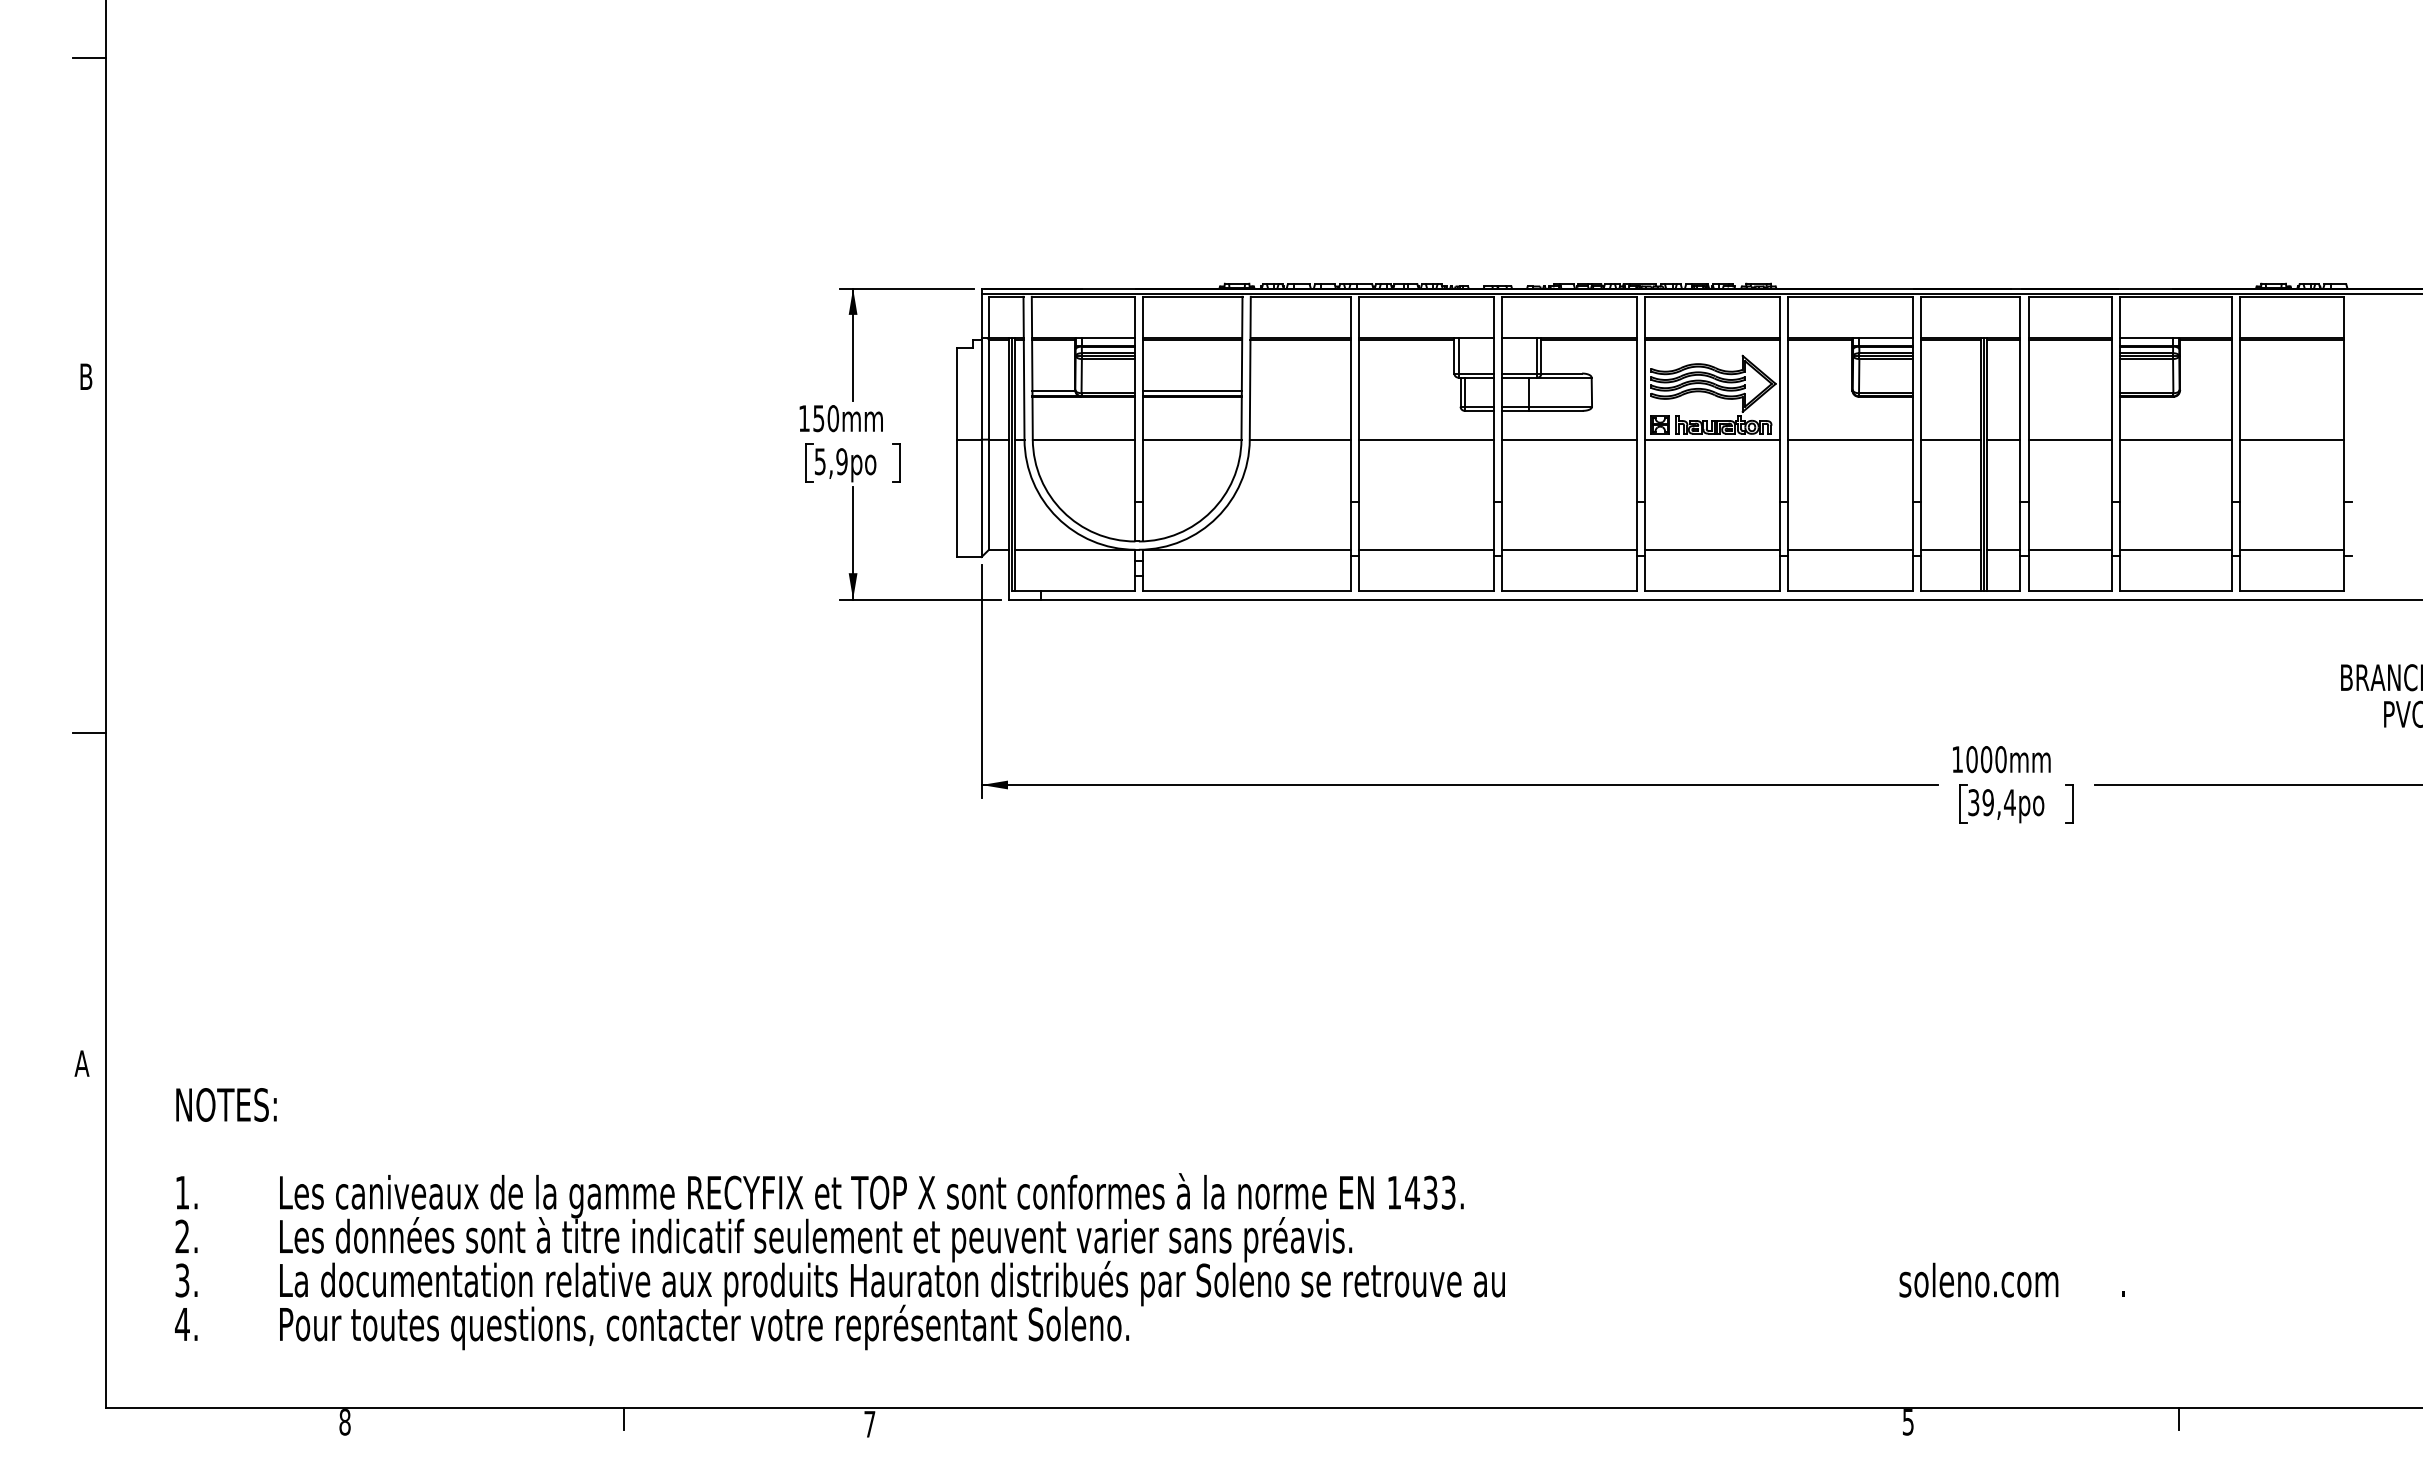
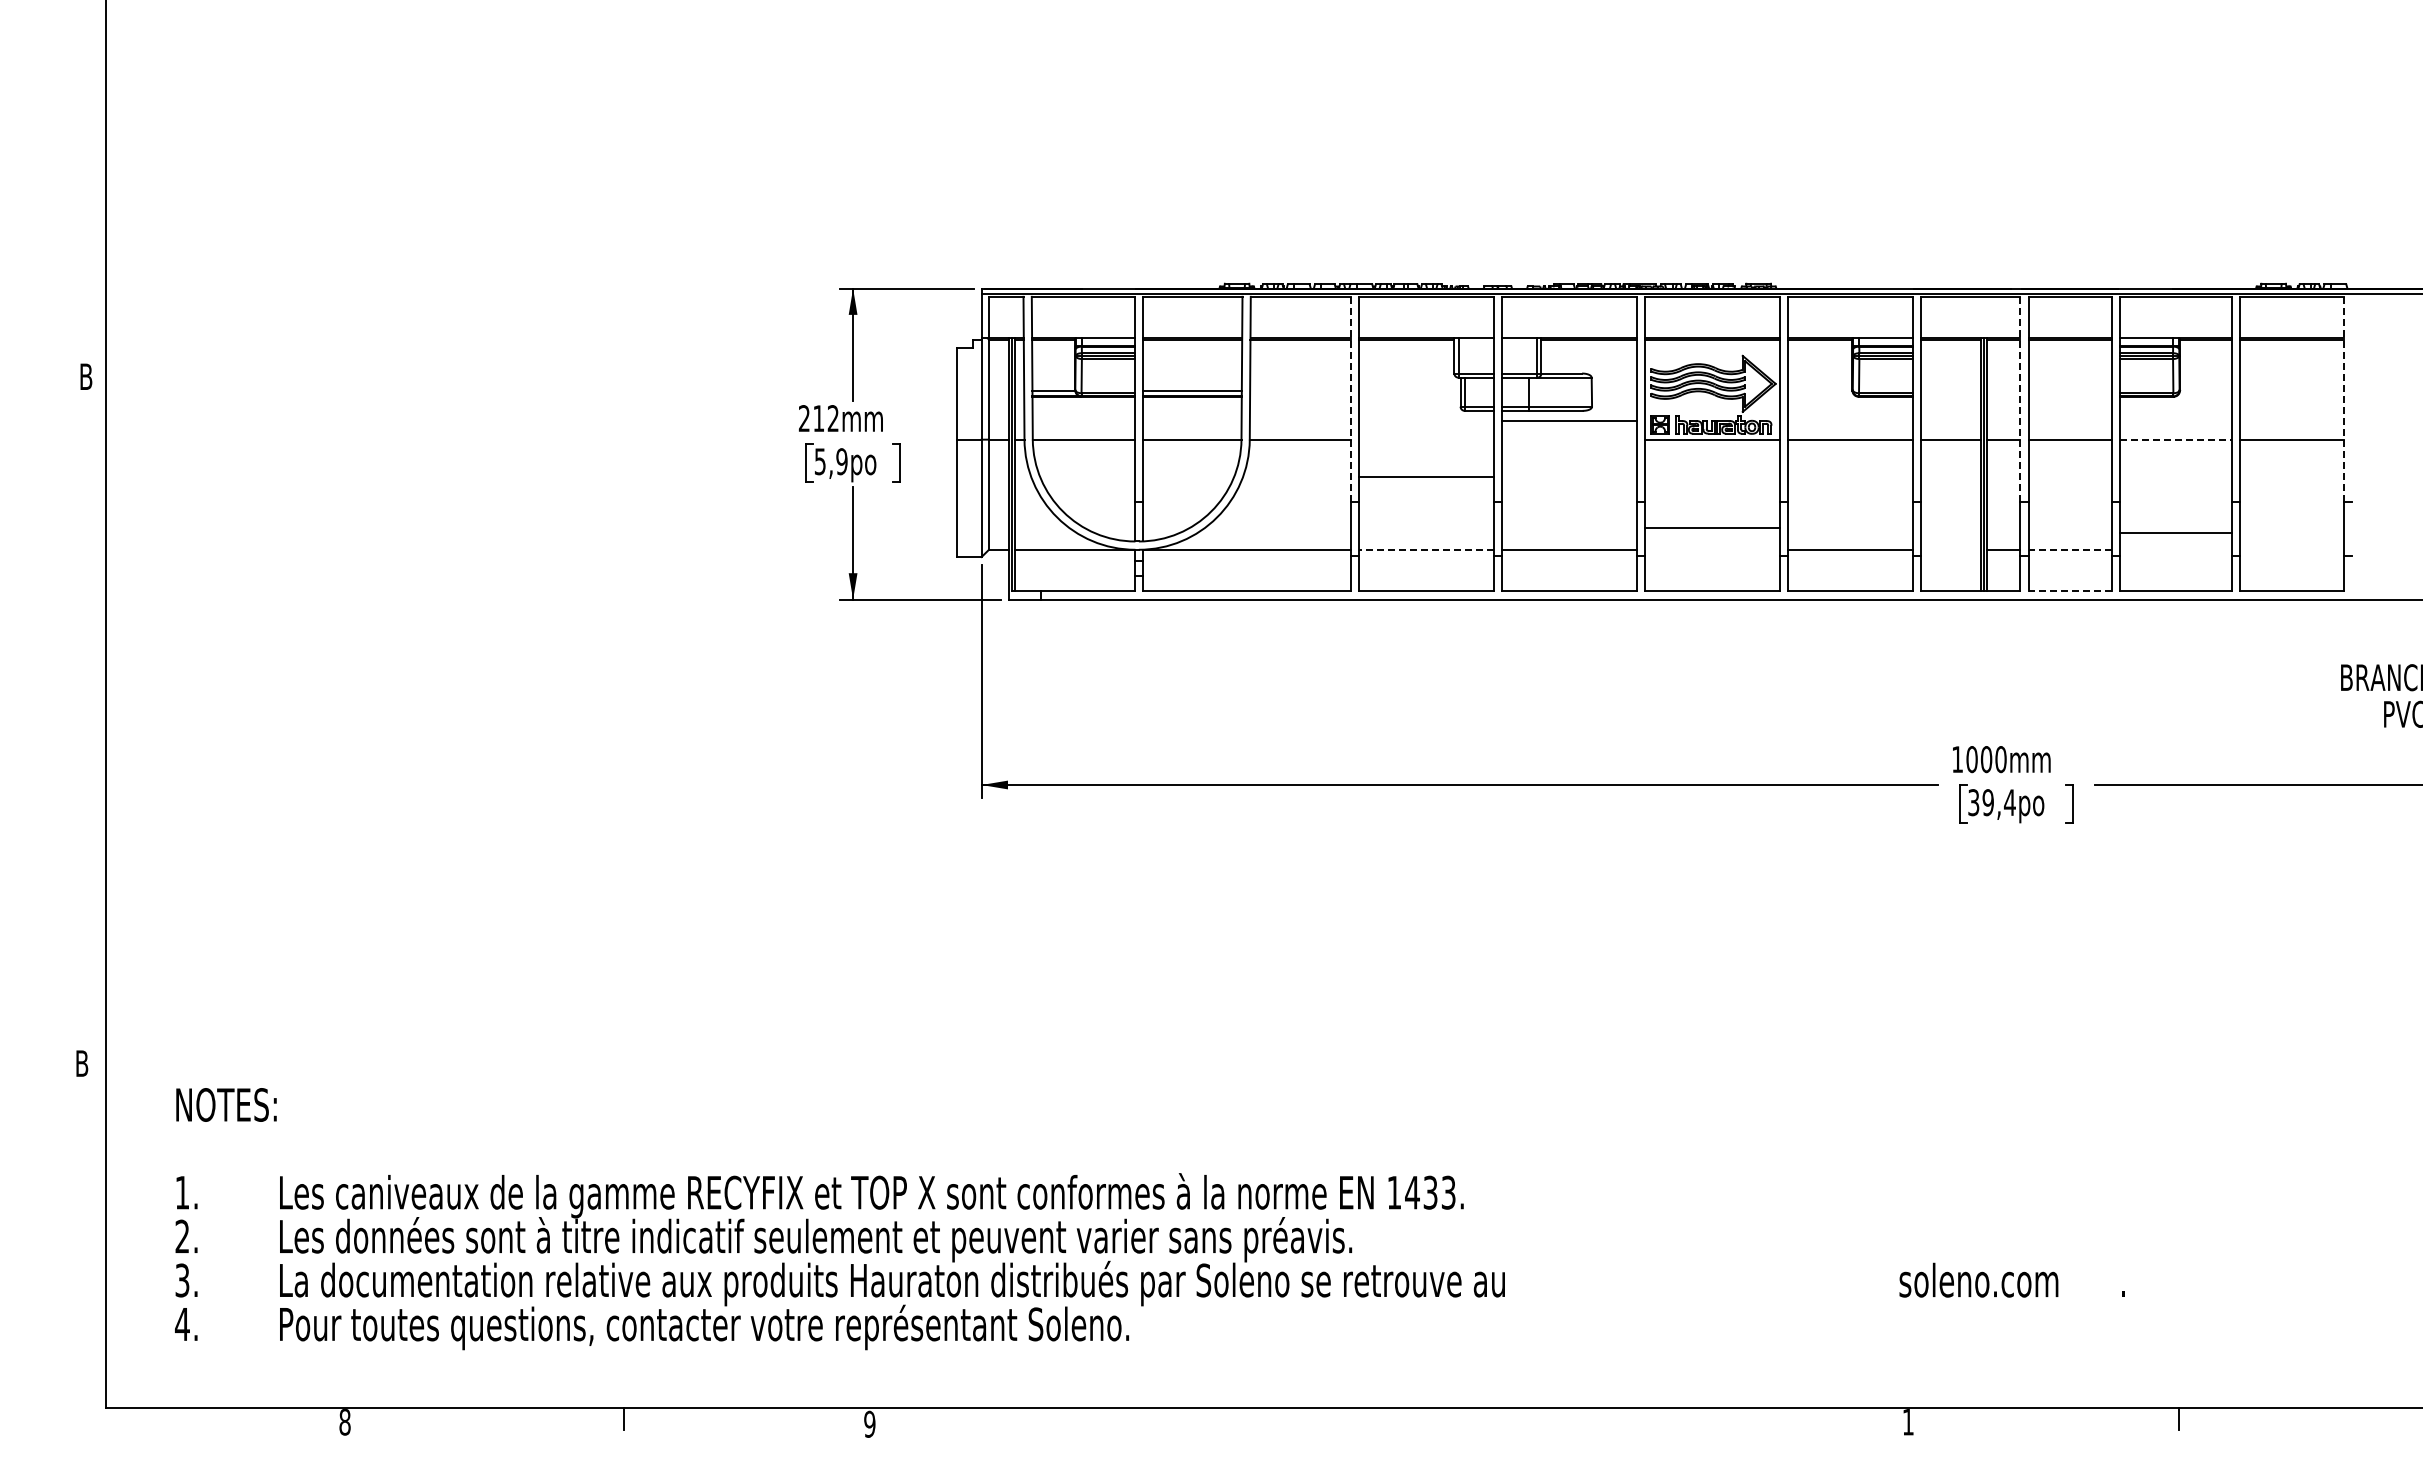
line at (88, 58): present -> none
line at (1350, 399): solid -> dashed
line at (2020, 399): solid -> dashed
line at (2343, 399): solid -> dashed
text at (818, 418): 150mm -> 212mm
line at (1425, 439) position: (1425, 439) -> (1425, 476)
line at (1569, 439) position: (1569, 439) -> (1569, 420)
line at (2175, 439): solid -> dashed
line at (1425, 549): solid -> dashed
line at (1712, 549) position: (1712, 549) -> (1712, 527)
line at (1950, 549): present -> none
line at (2069, 549): solid -> dashed
line at (2175, 549) position: (2175, 549) -> (2175, 532)
line at (2291, 549): present -> none
line at (2069, 591): solid -> dashed
line at (88, 733): present -> none
text at (81, 1063): A -> B
text at (1908, 1422): 5 -> 1
text at (869, 1423): 7 -> 9
